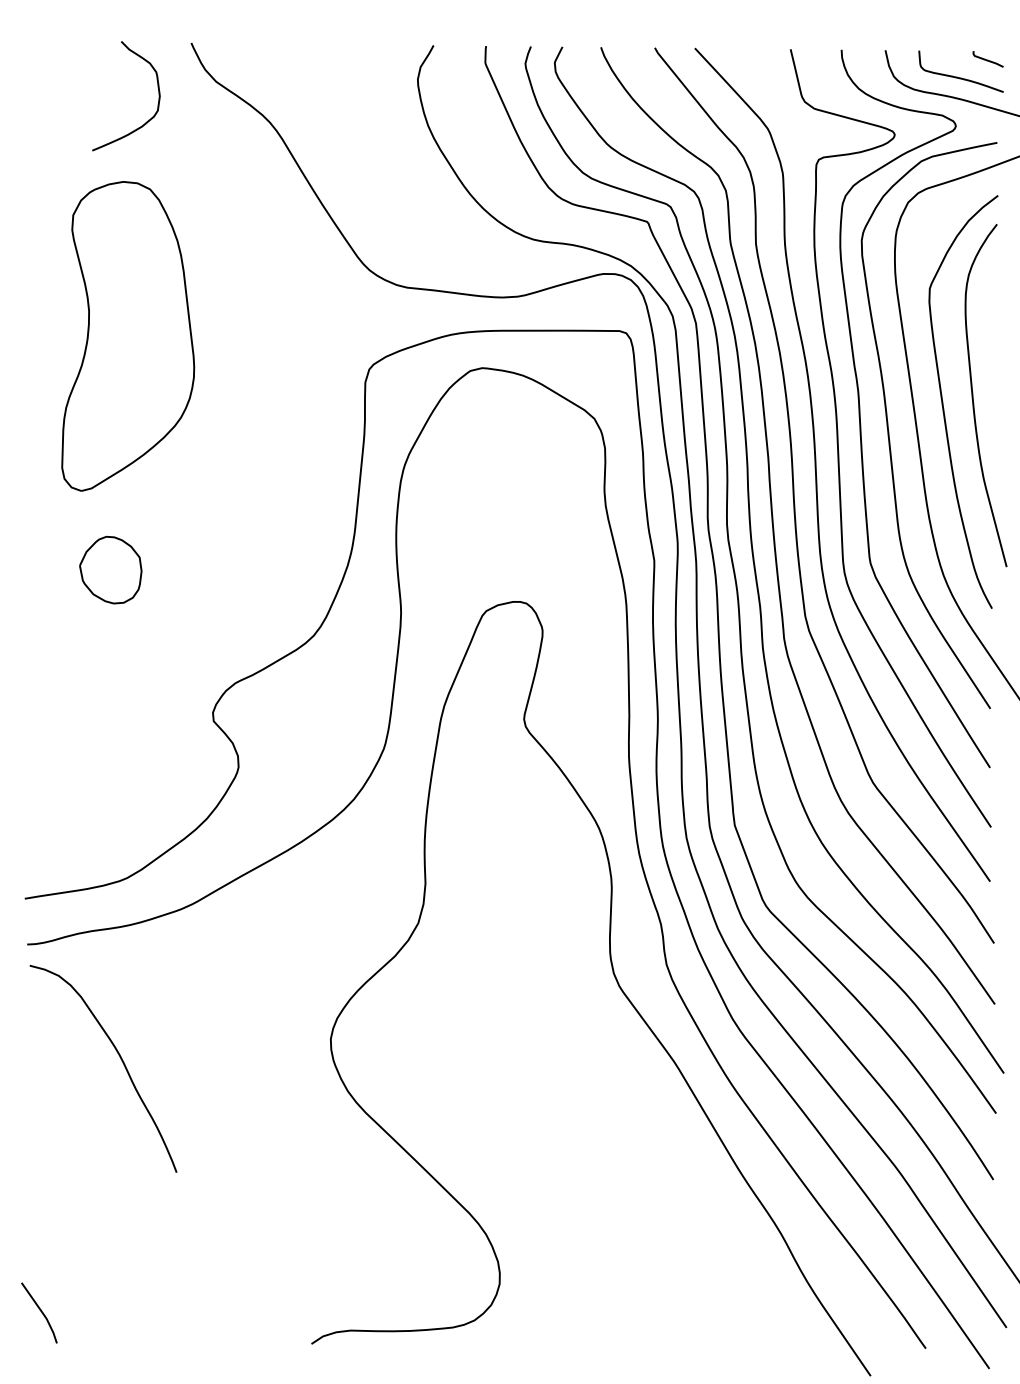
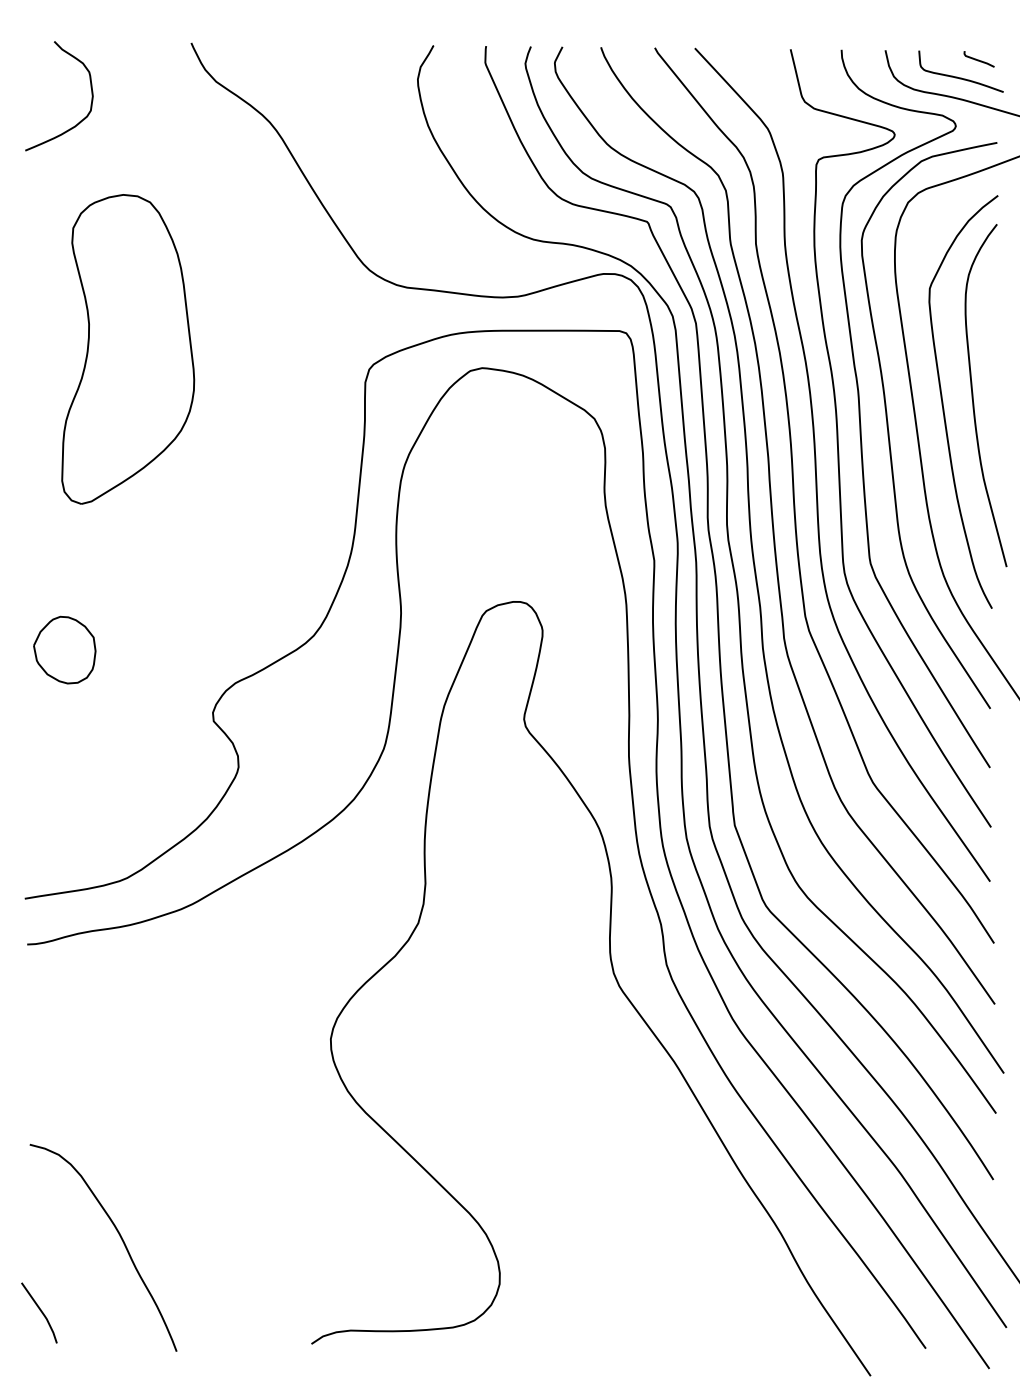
curve at (987, 59) position: (987, 59) -> (978, 59)
curve at (147, 120) position: (147, 120) -> (80, 120)
part at (128, 336) position: (128, 336) -> (128, 349)
part at (110, 569) position: (110, 569) -> (64, 649)
curve at (120, 1059) position: (120, 1059) -> (120, 1238)
